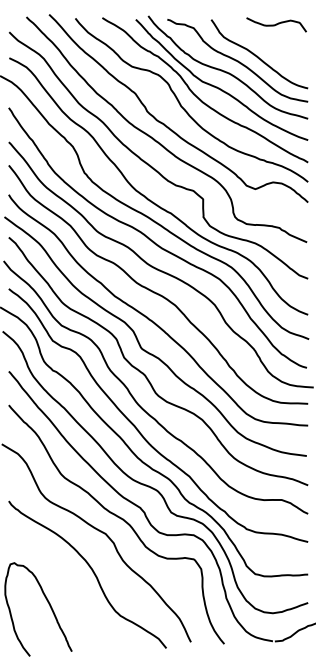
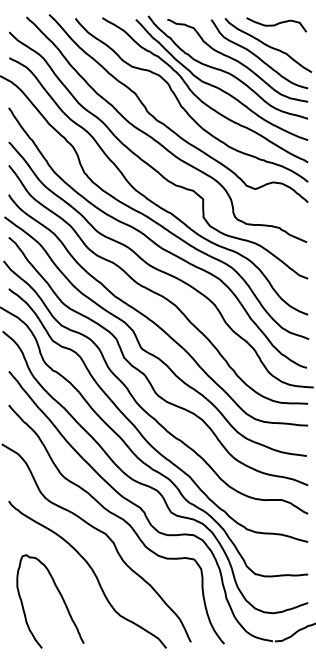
curve at (268, 45): none -> present
curve at (48, 604) position: (48, 604) -> (60, 596)
